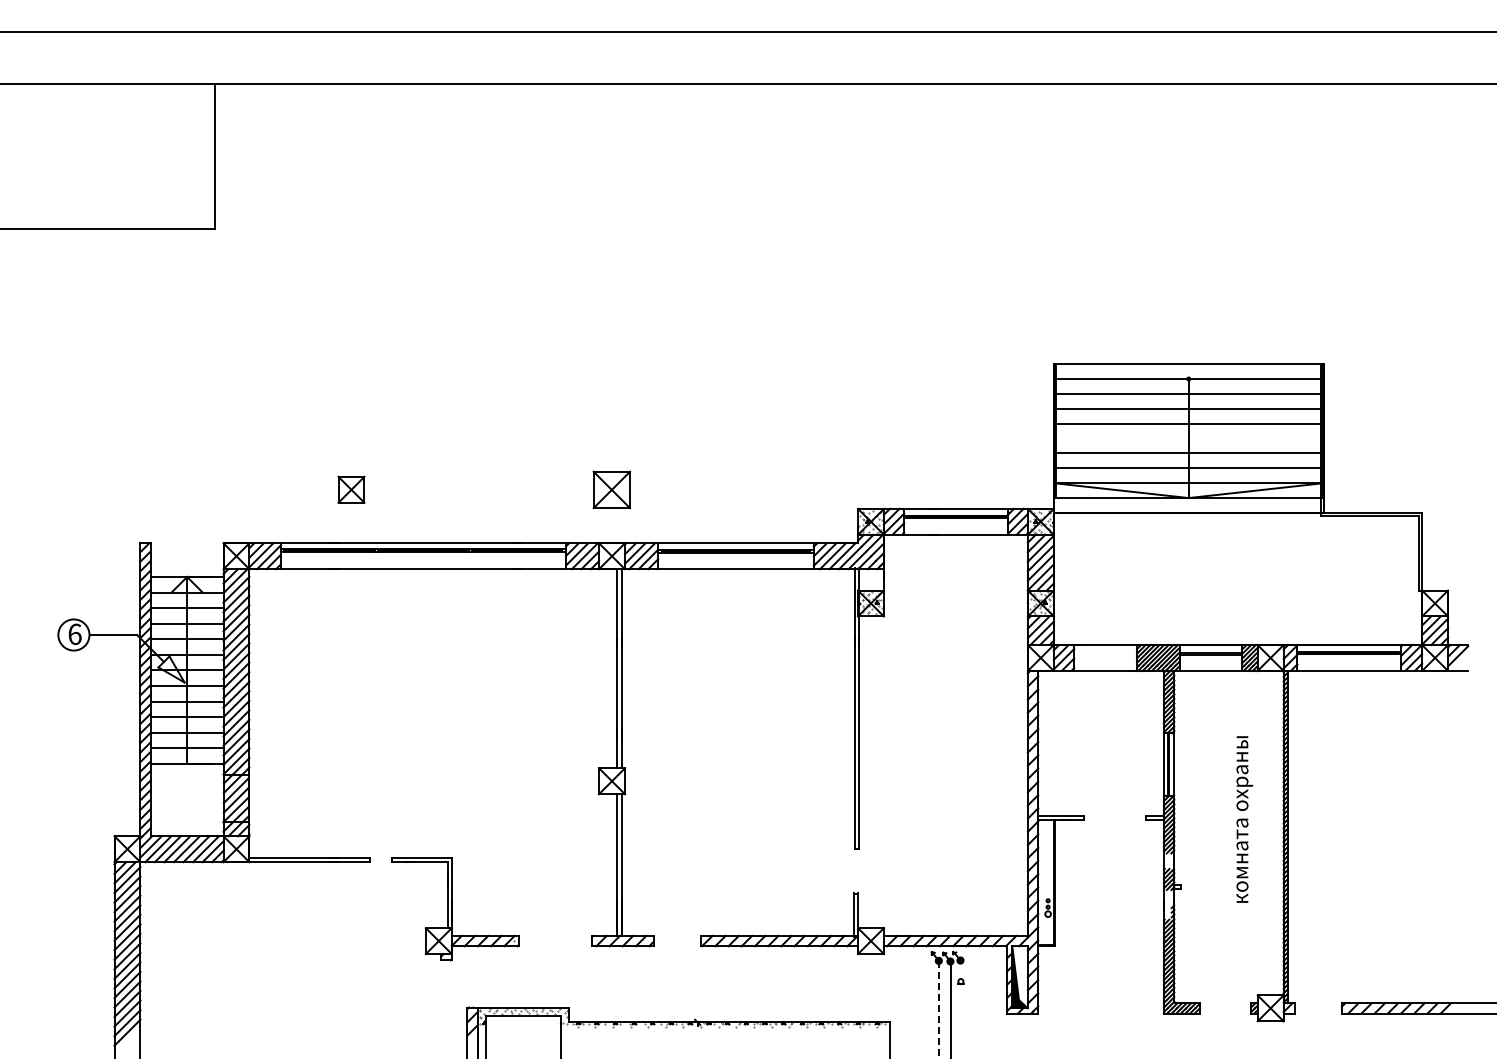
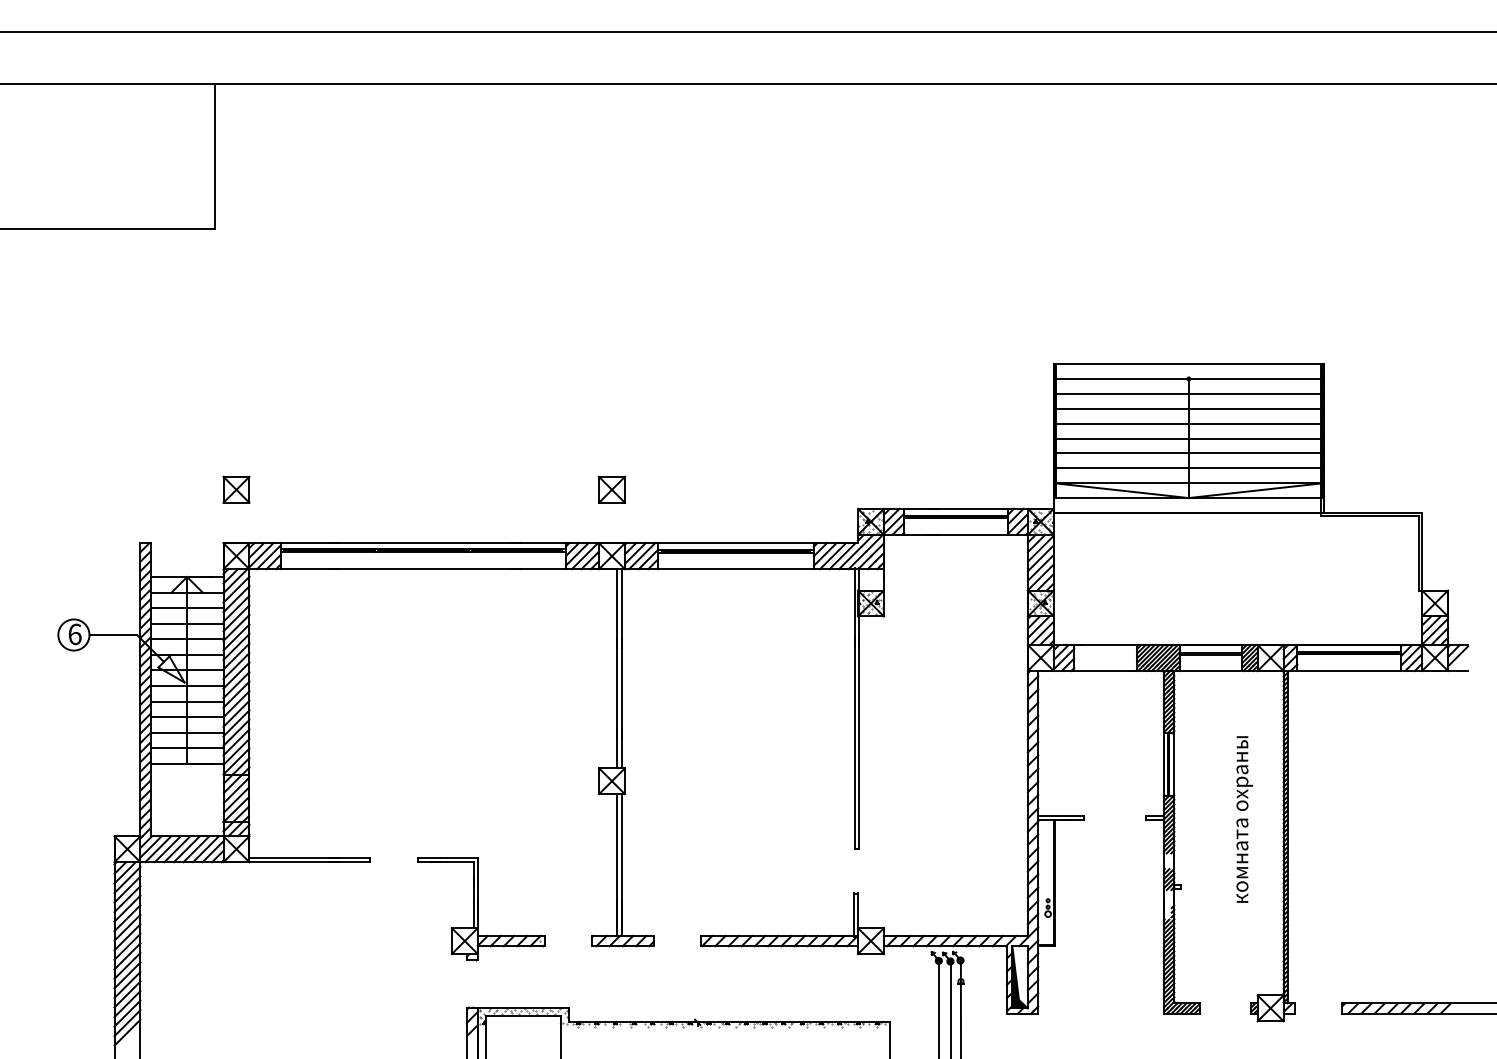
line at (1188, 438): none -> present
part at (351, 489) position: (351, 489) -> (236, 489)
part at (611, 489) size: 40x40 px -> 29x29 px
part at (455, 909) position: (455, 909) -> (481, 909)
line at (960, 1008): none -> present
line at (938, 1009): dashed -> solid
